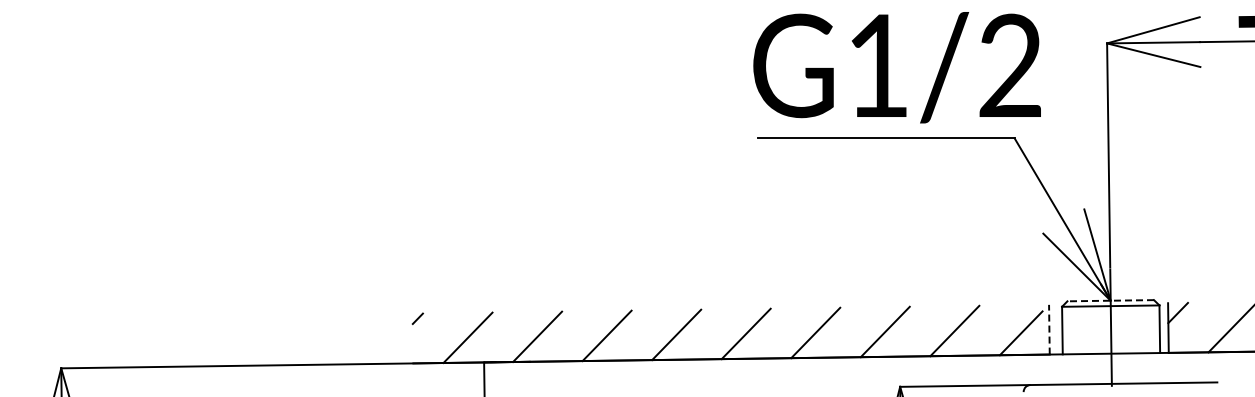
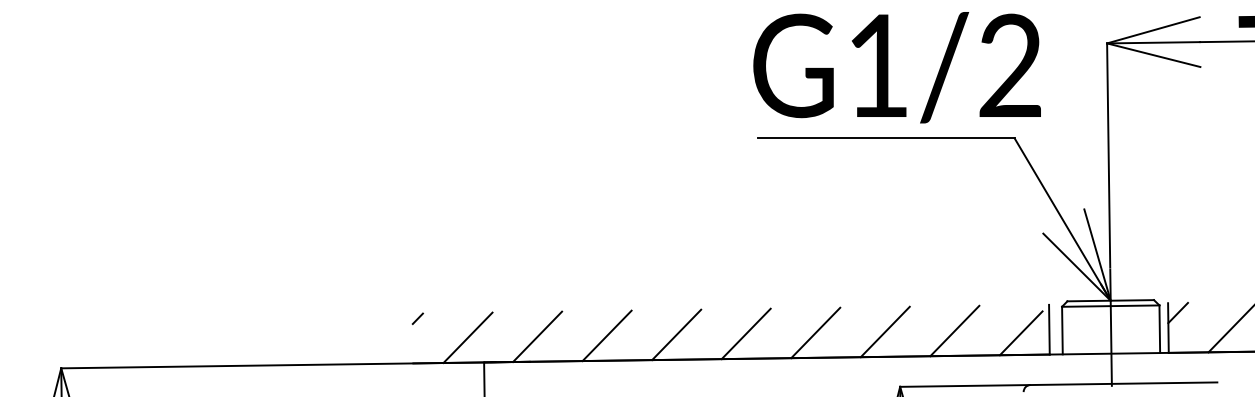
line at (1110, 300): dashed -> solid
line at (1049, 329): dashed -> solid
